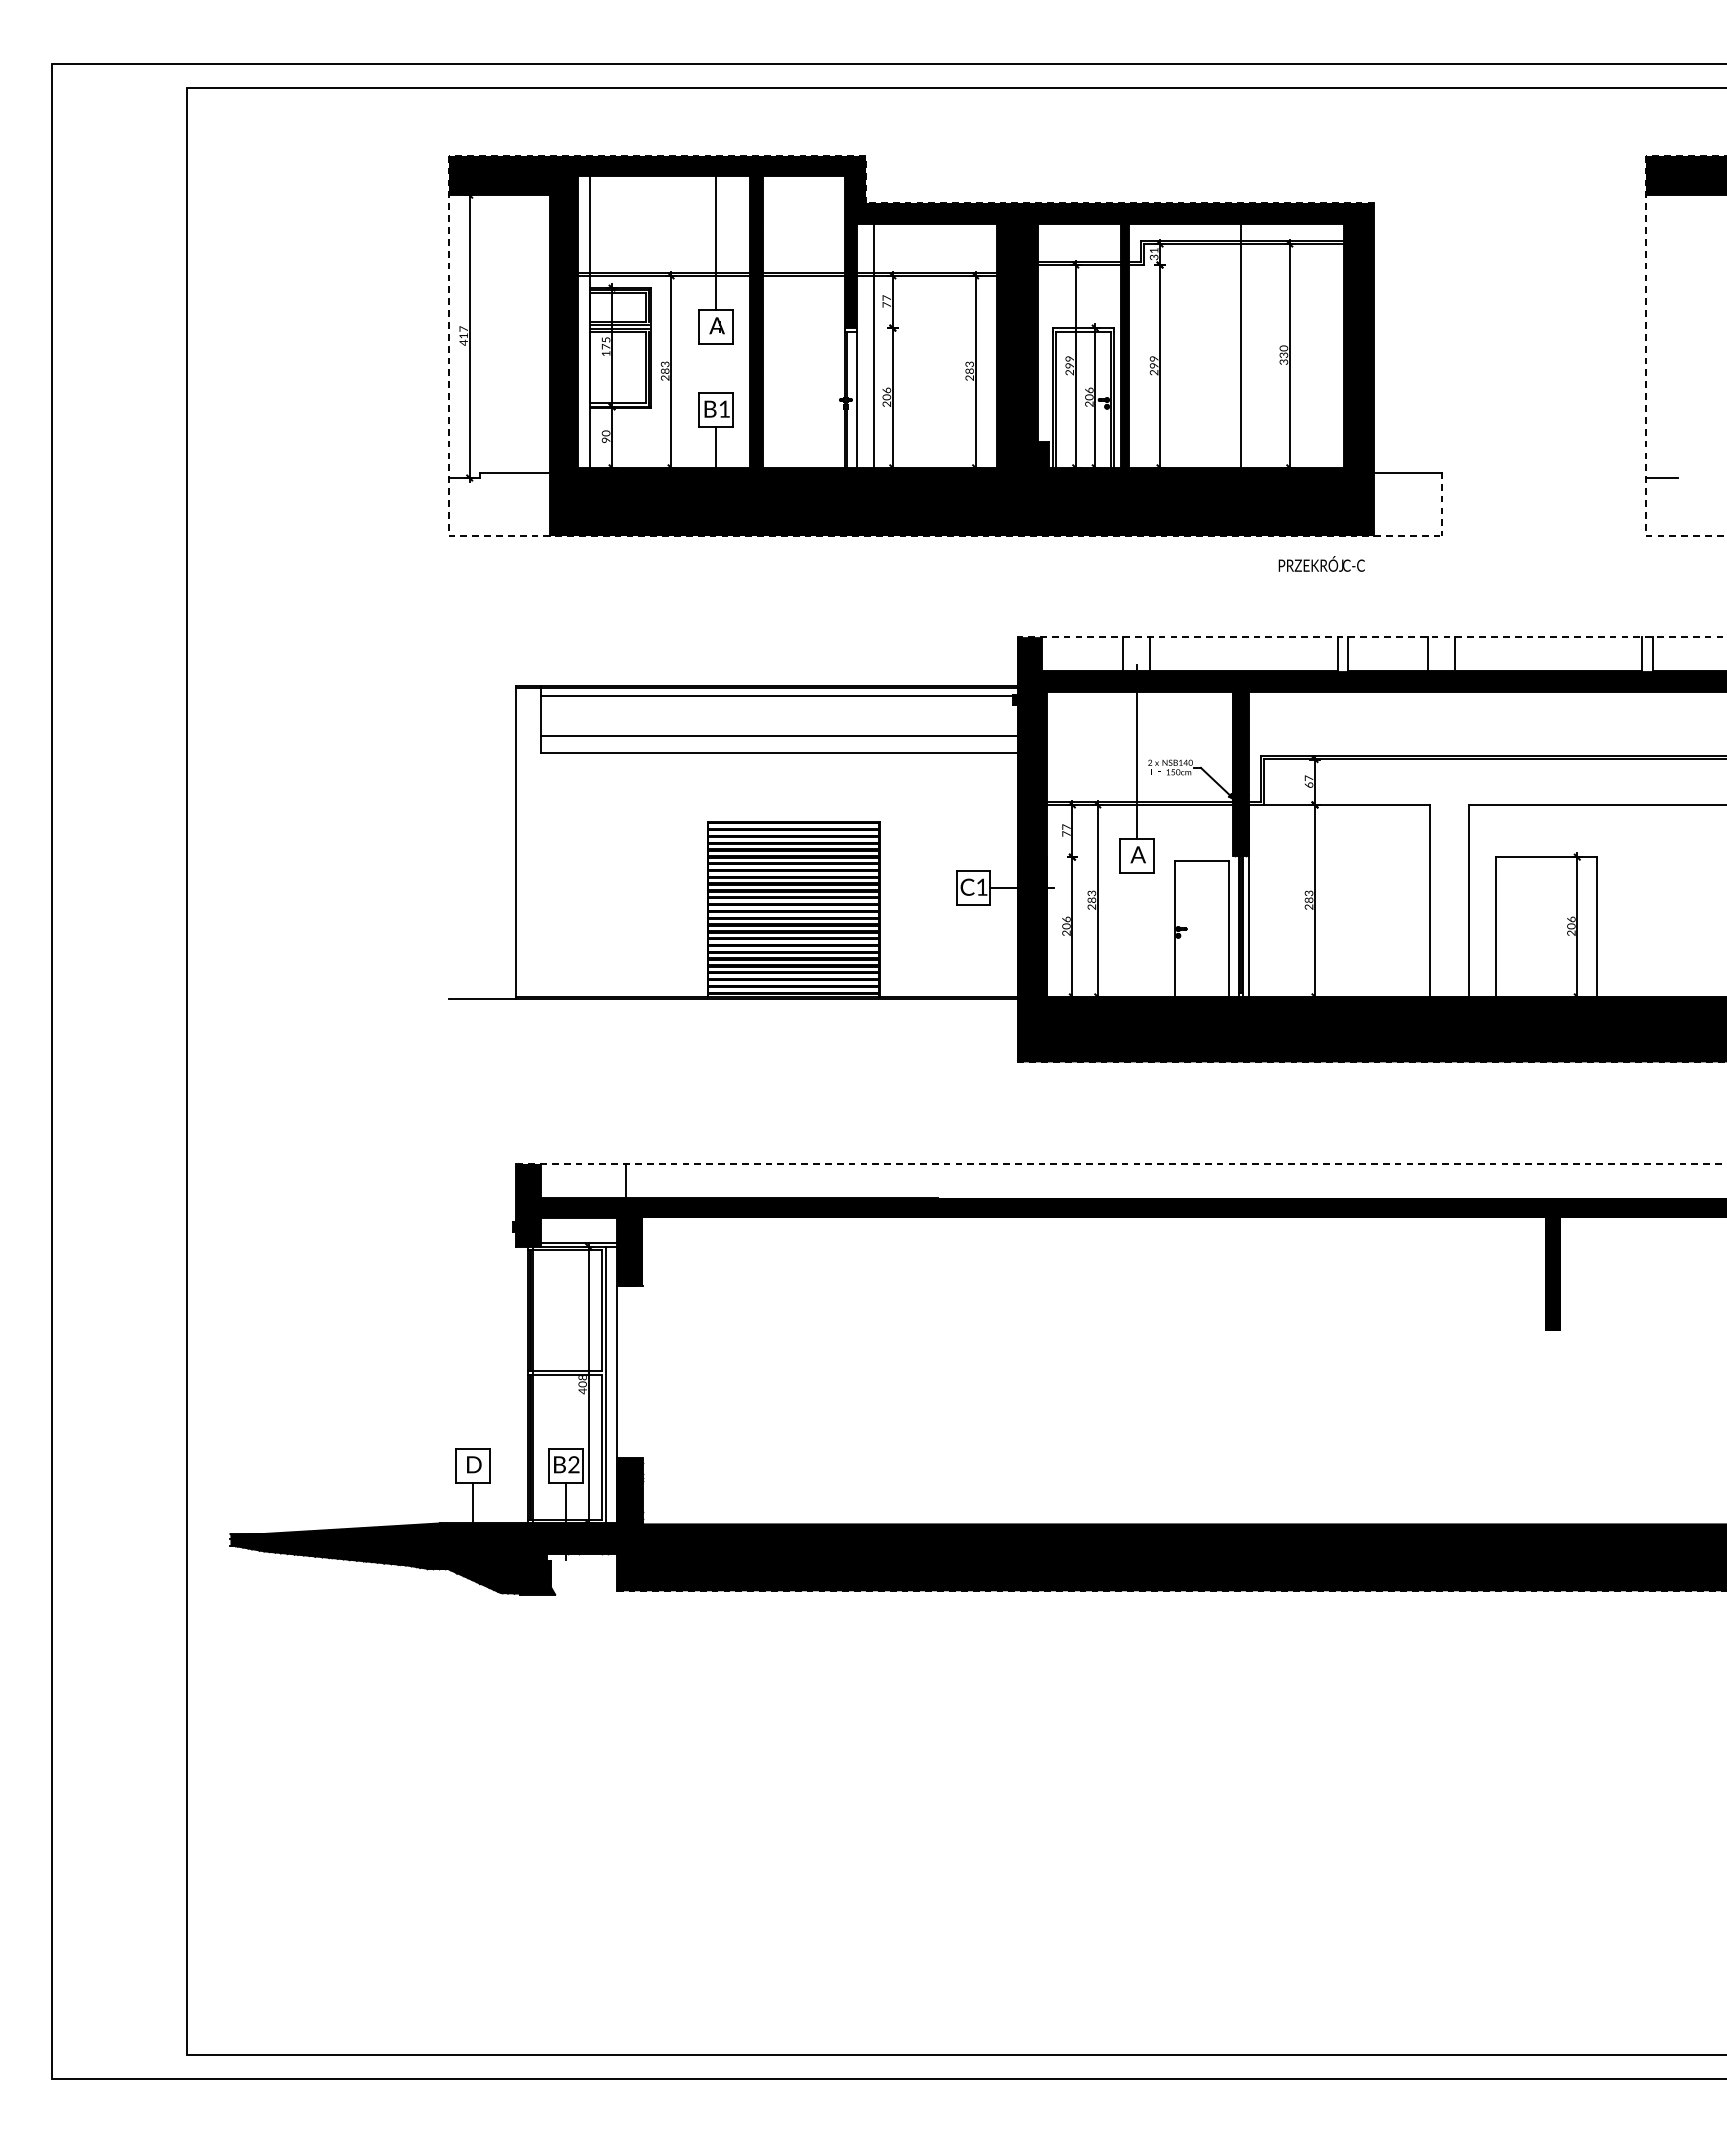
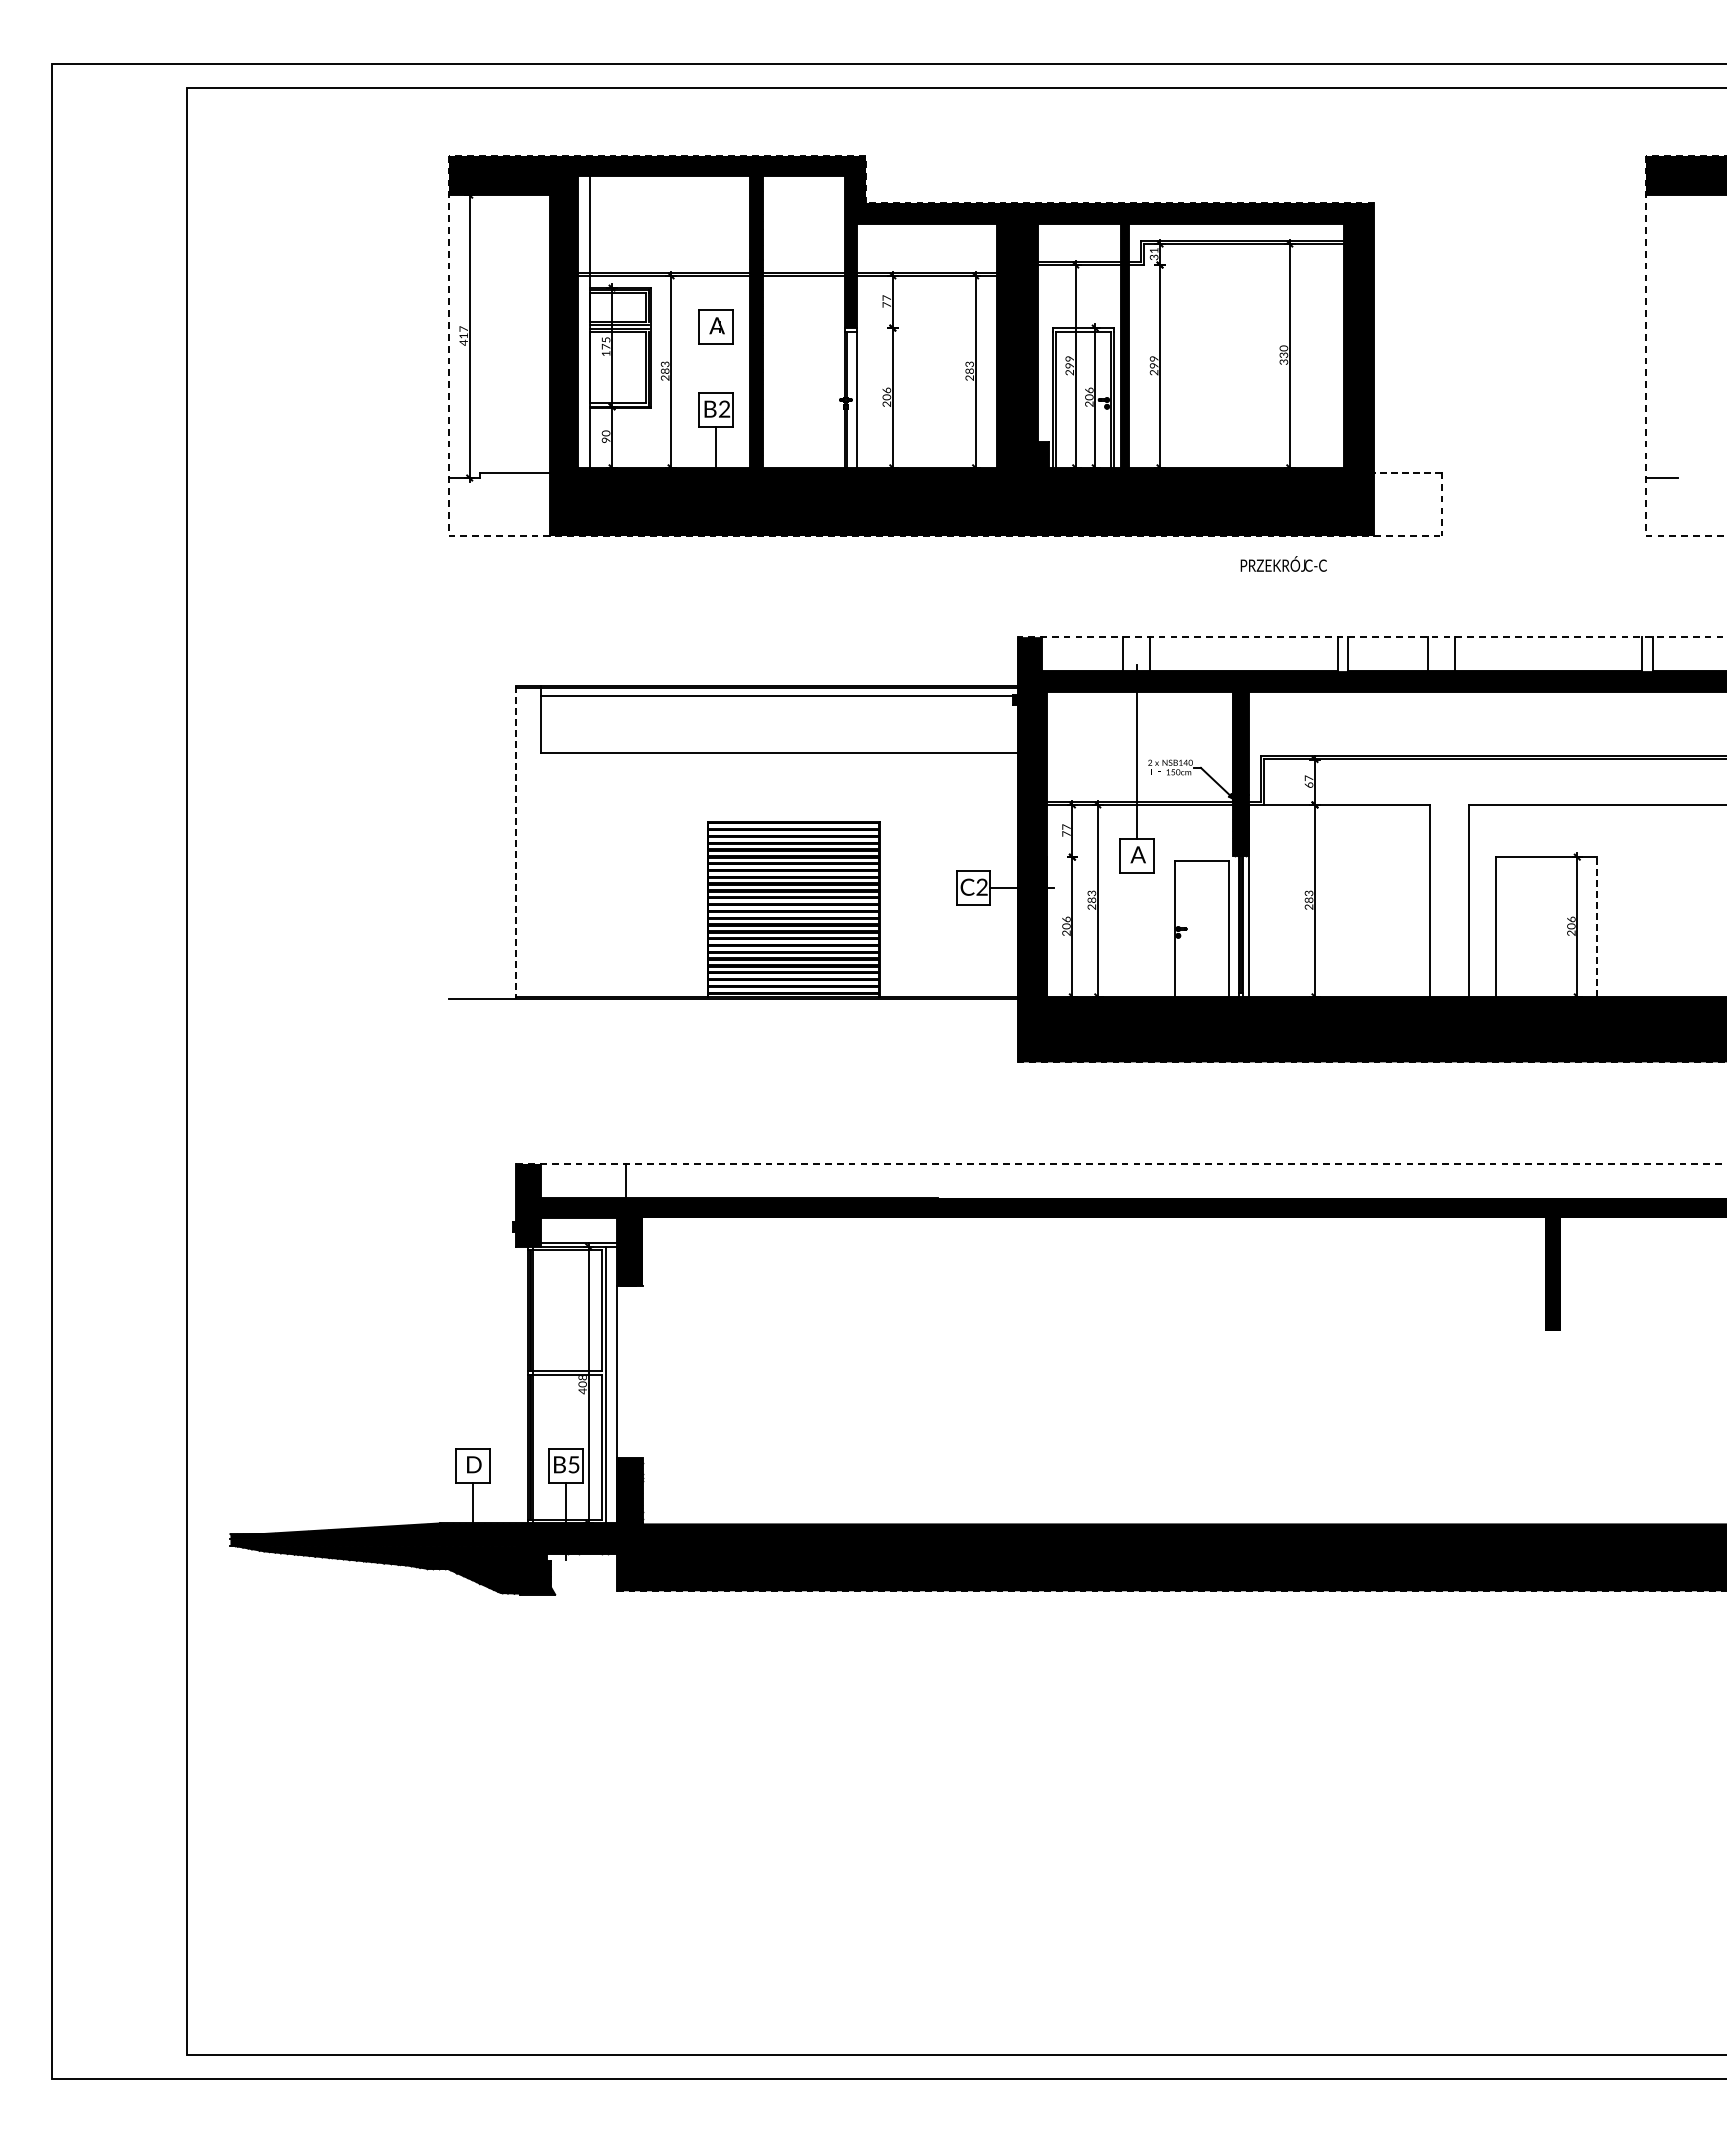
line at (716, 239): present -> none
line at (873, 345): present -> none
line at (1241, 345): present -> none
text at (724, 408): B1 -> B2
line at (1408, 473): solid -> dashed
text at (1321, 563) position: (1321, 563) -> (1283, 563)
line at (779, 736): present -> none
line at (516, 842): solid -> dashed
text at (981, 886): C1 -> C2
line at (1597, 927): solid -> dashed
text at (573, 1464): B2 -> B5
